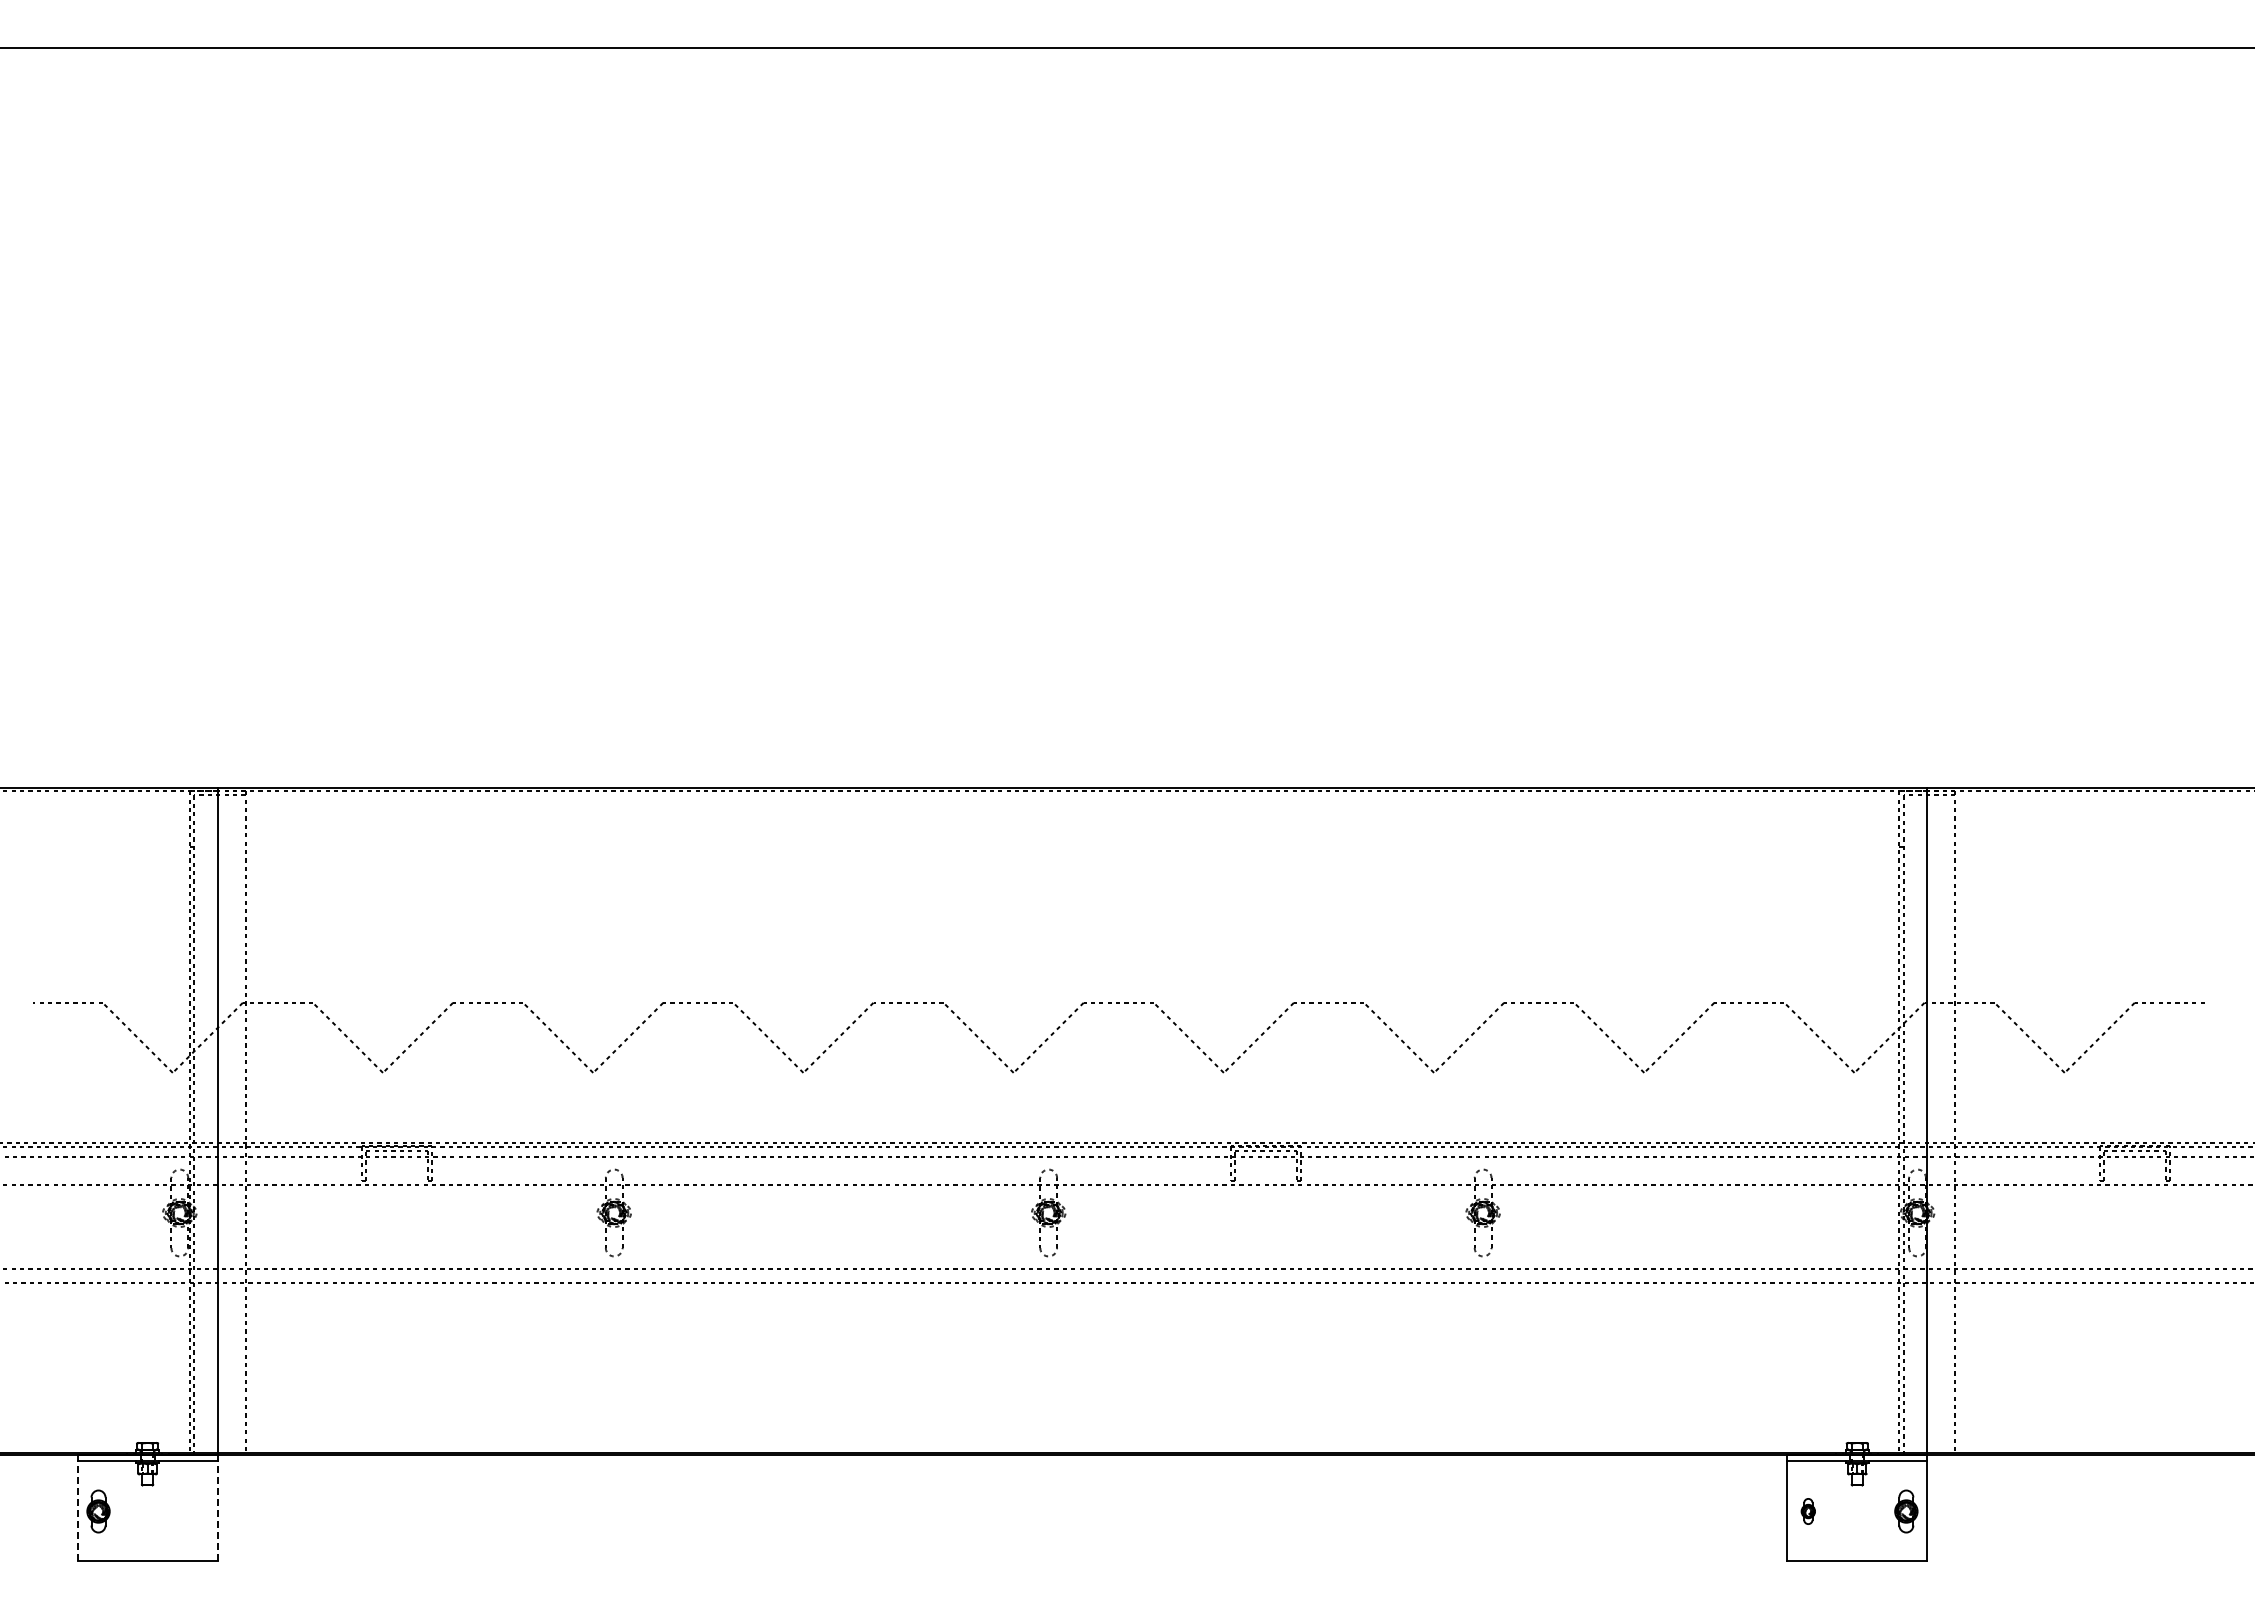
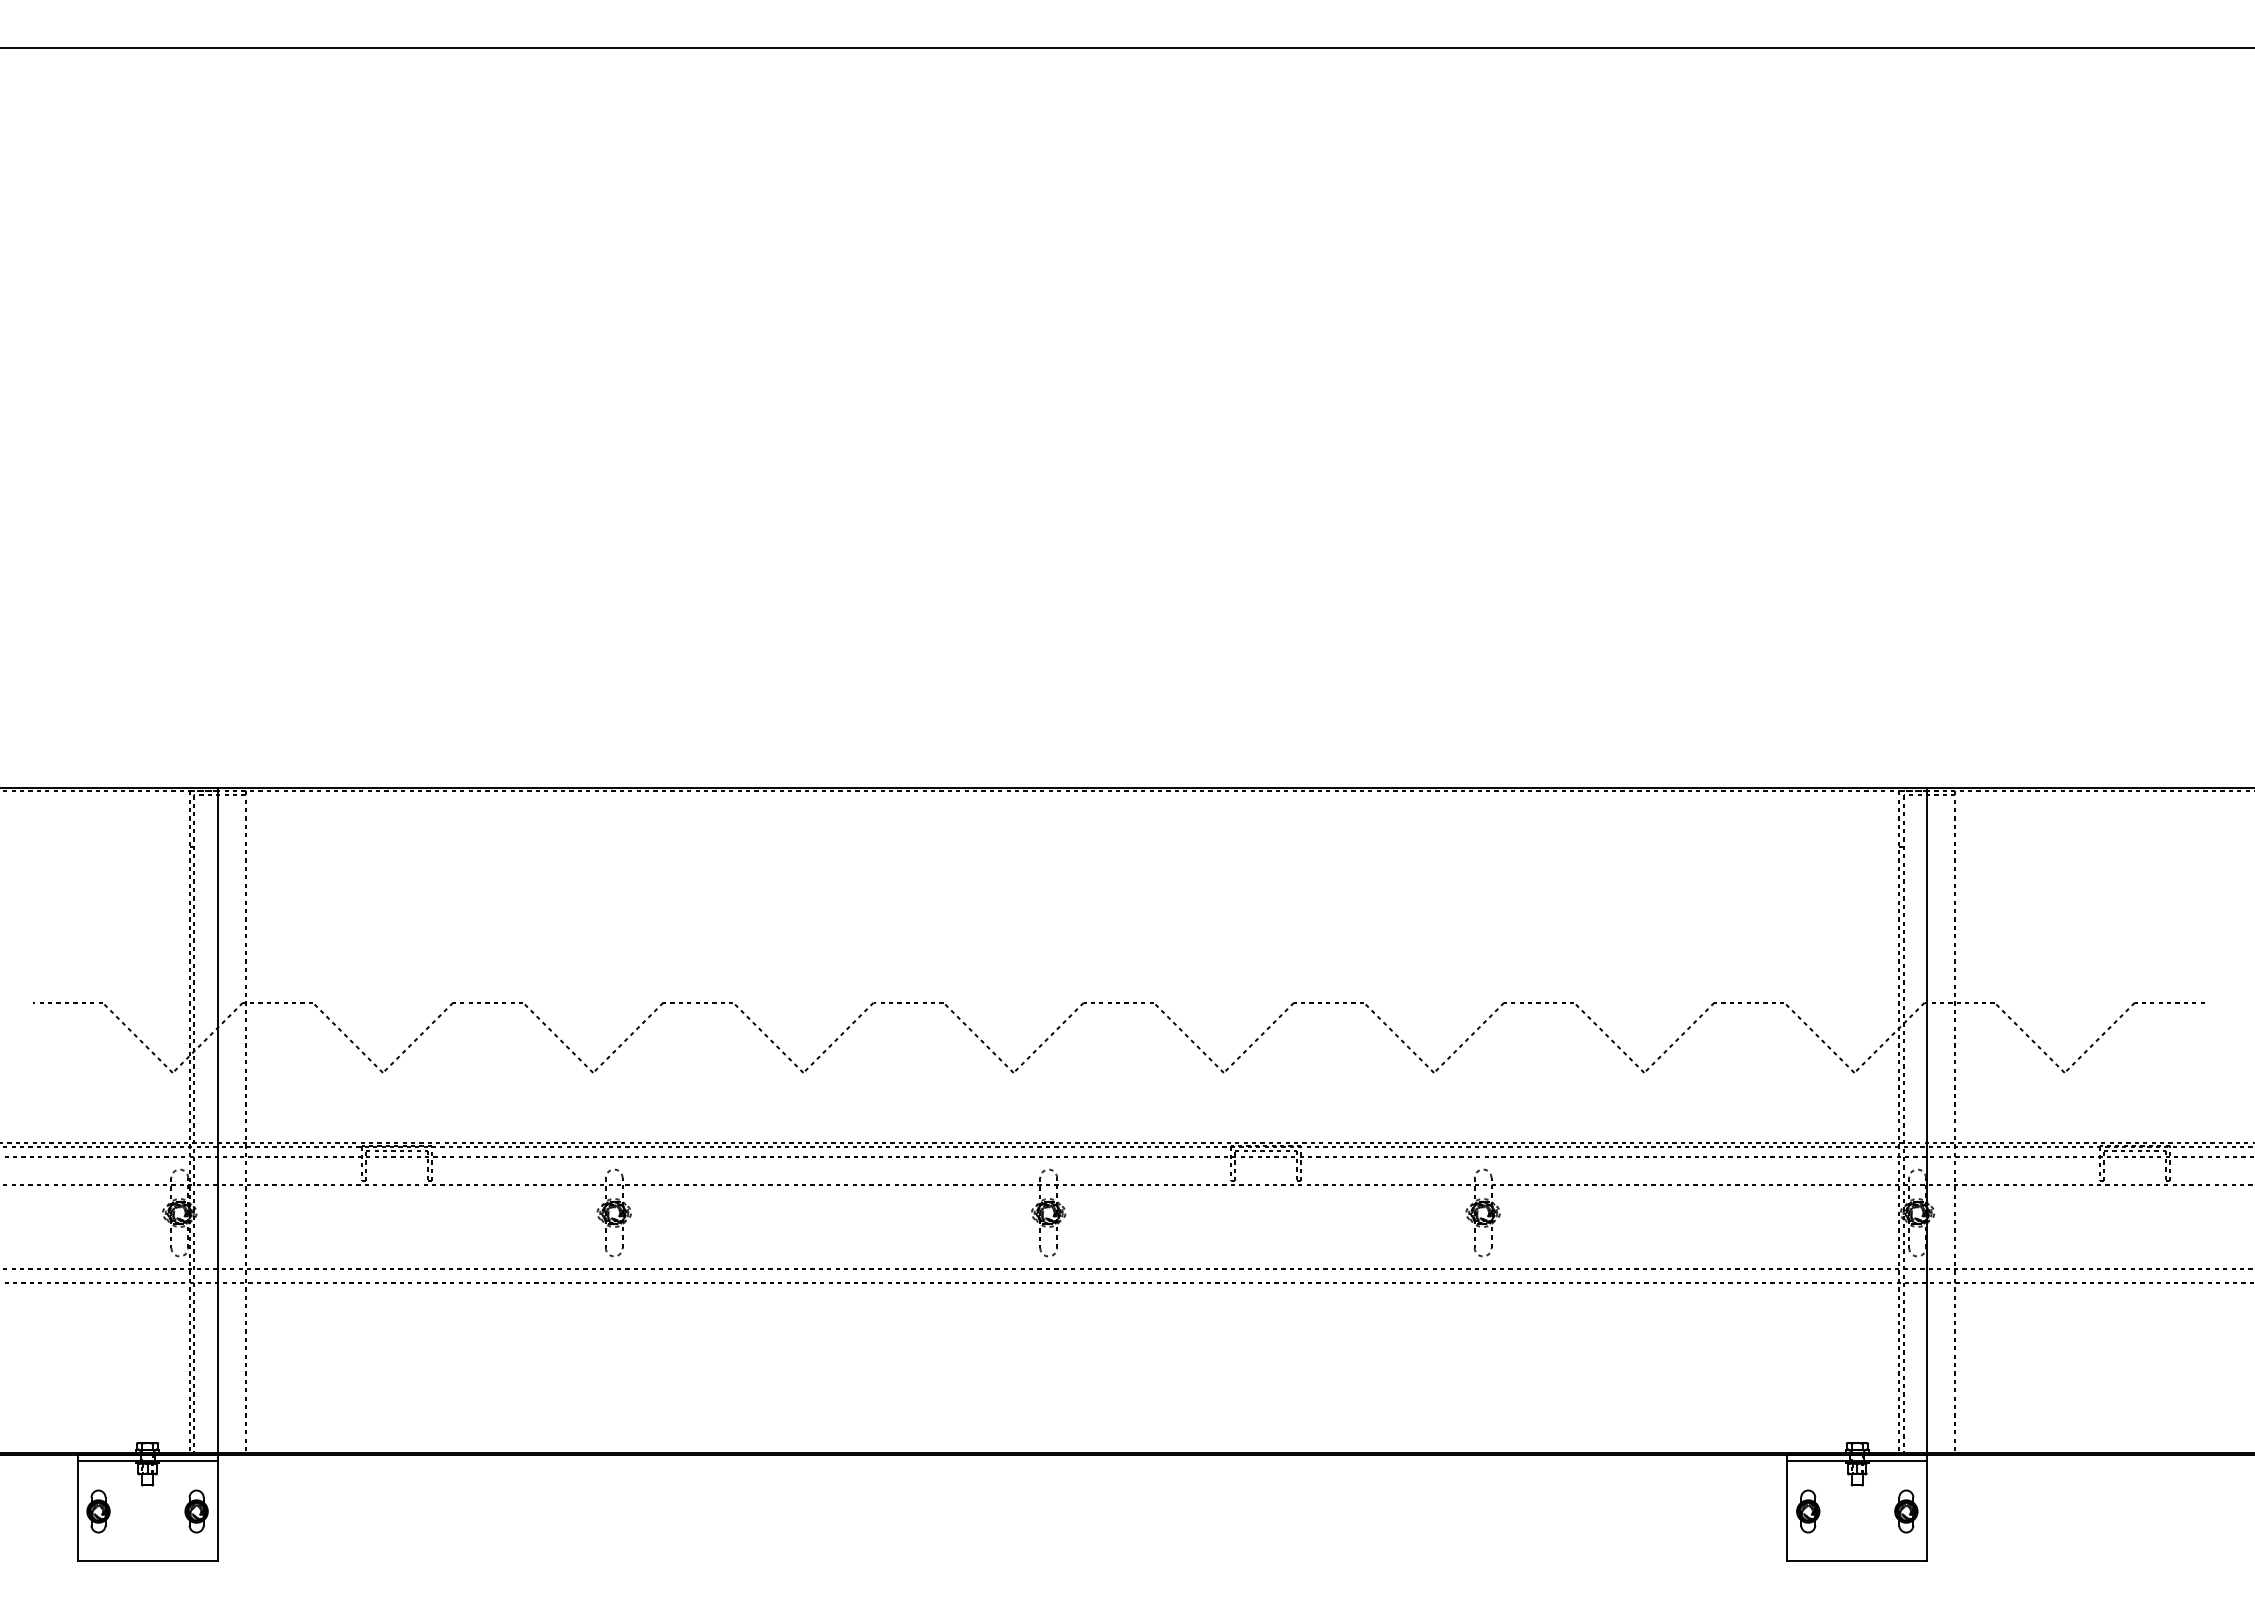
line at (77, 1510): dashed -> solid
line at (217, 1510): dashed -> solid
part at (196, 1511): none -> present
part at (1807, 1511) size: 16x27 px -> 25x45 px
